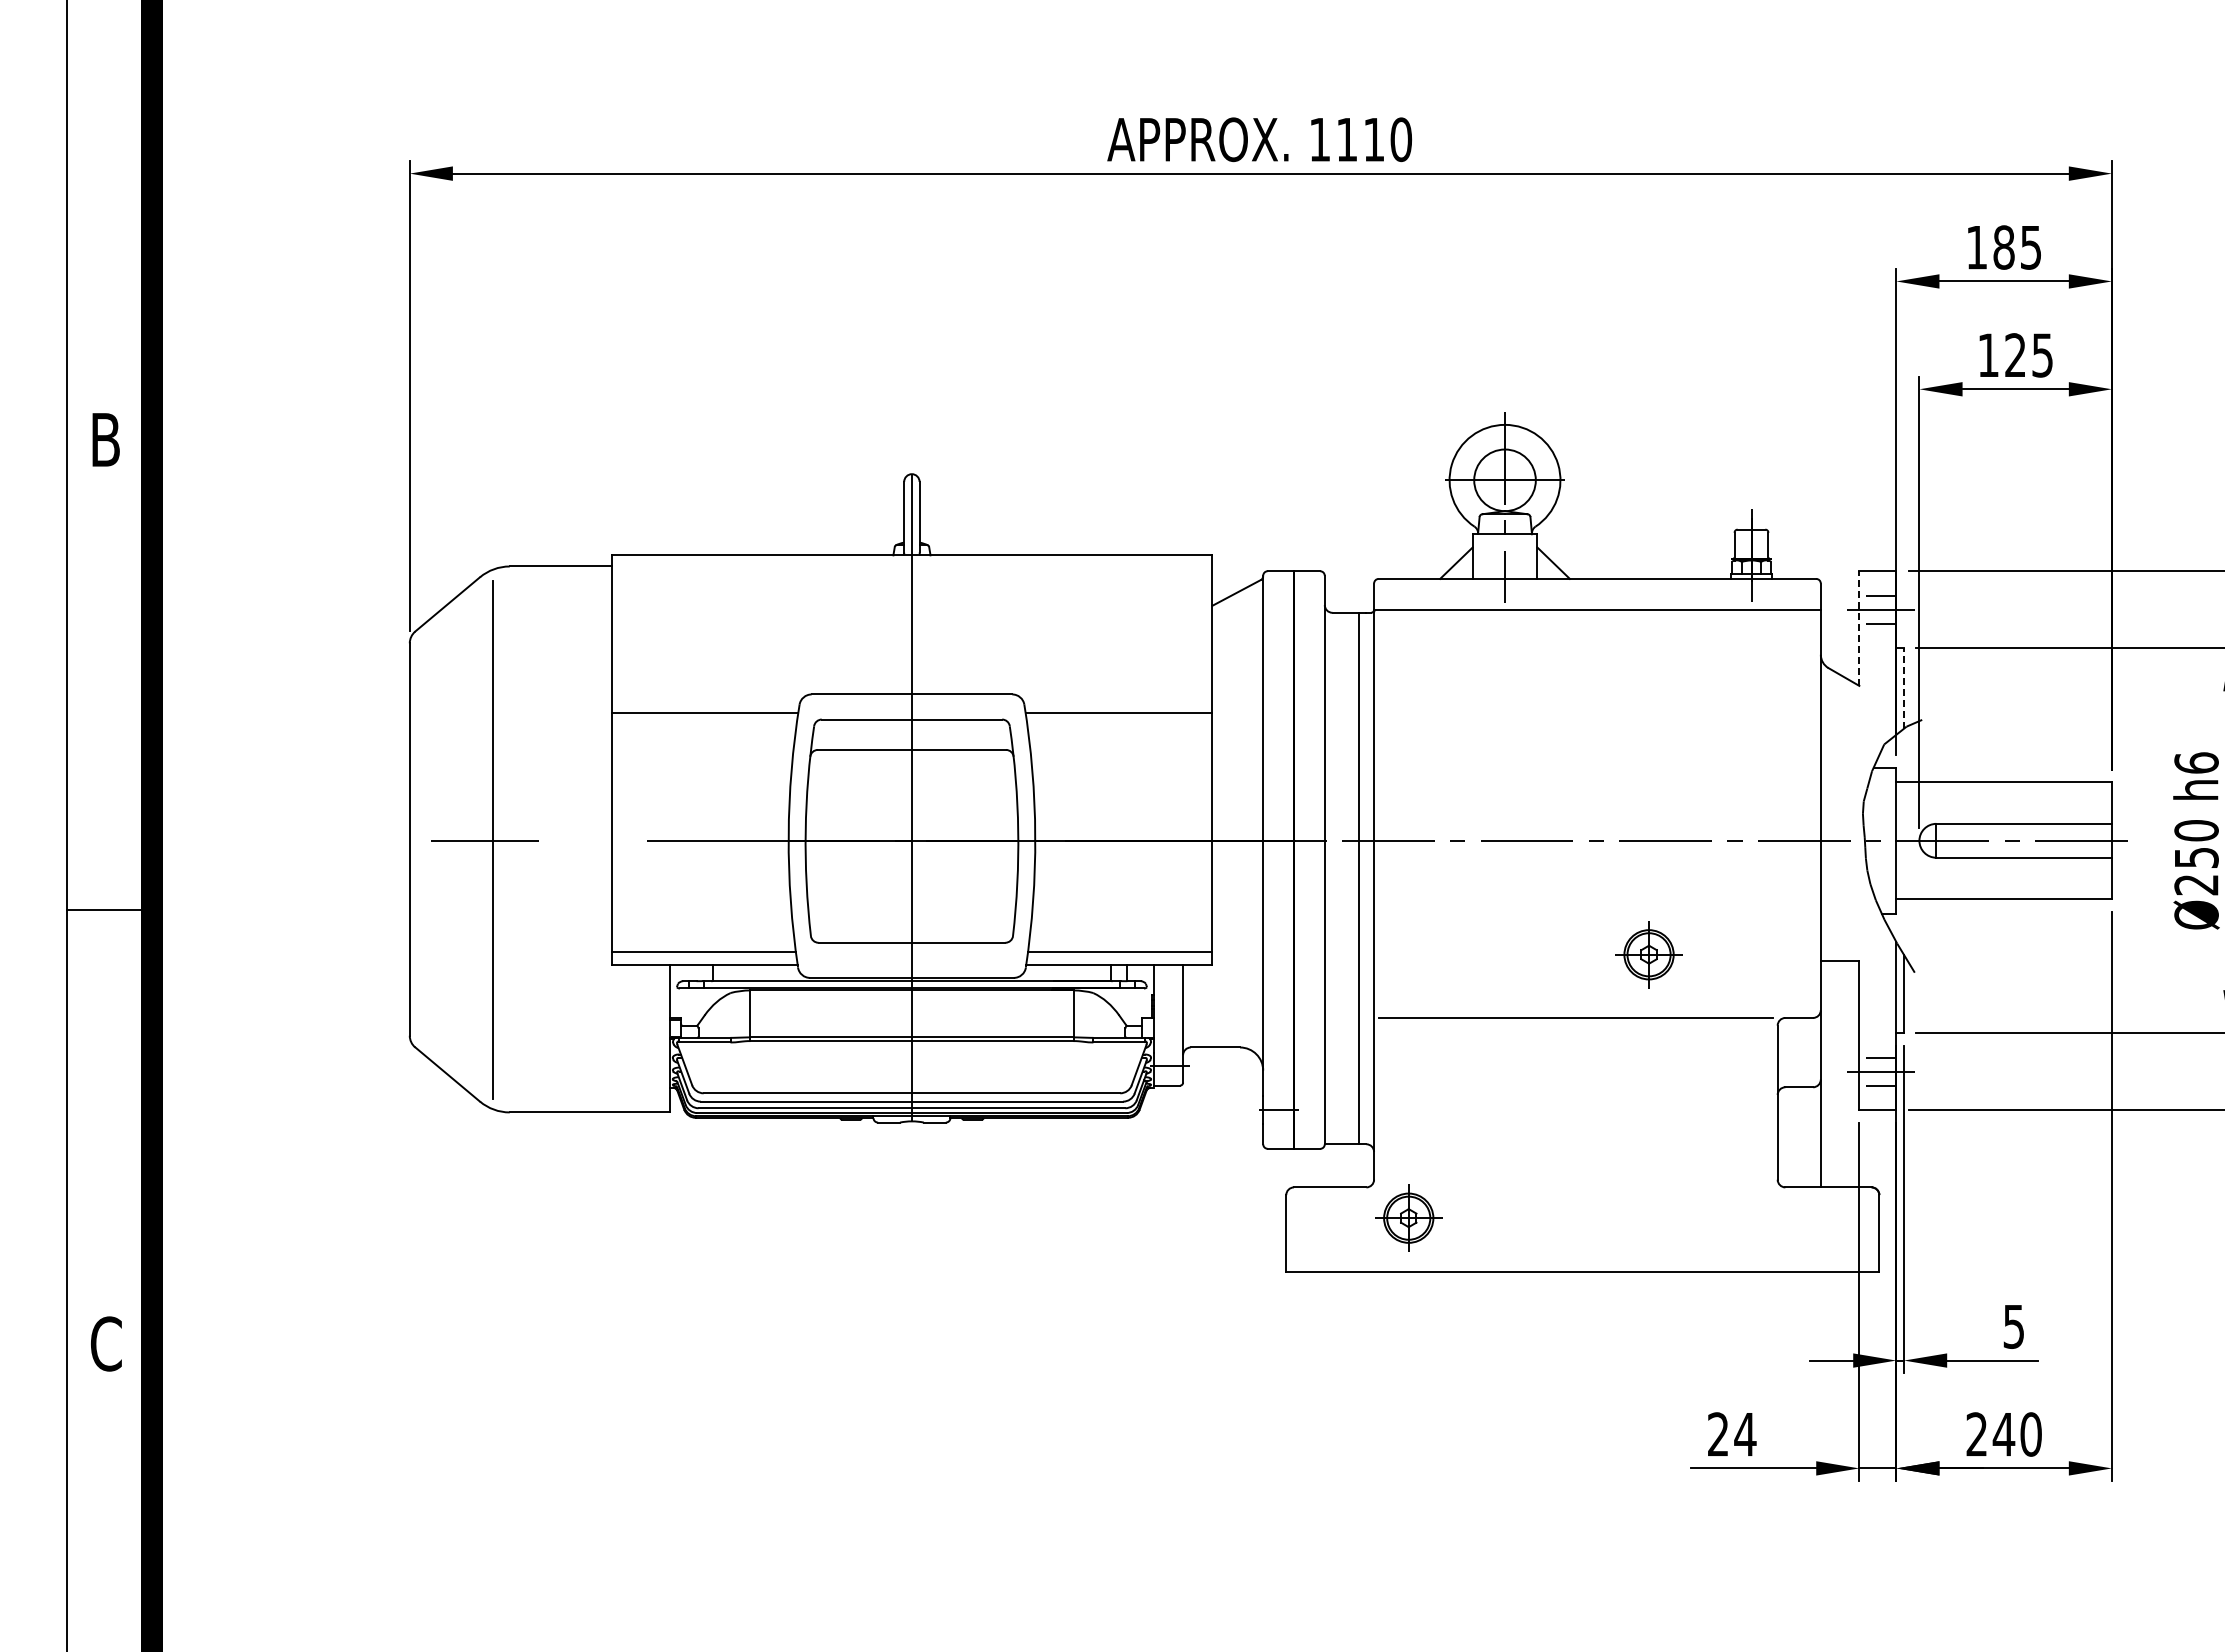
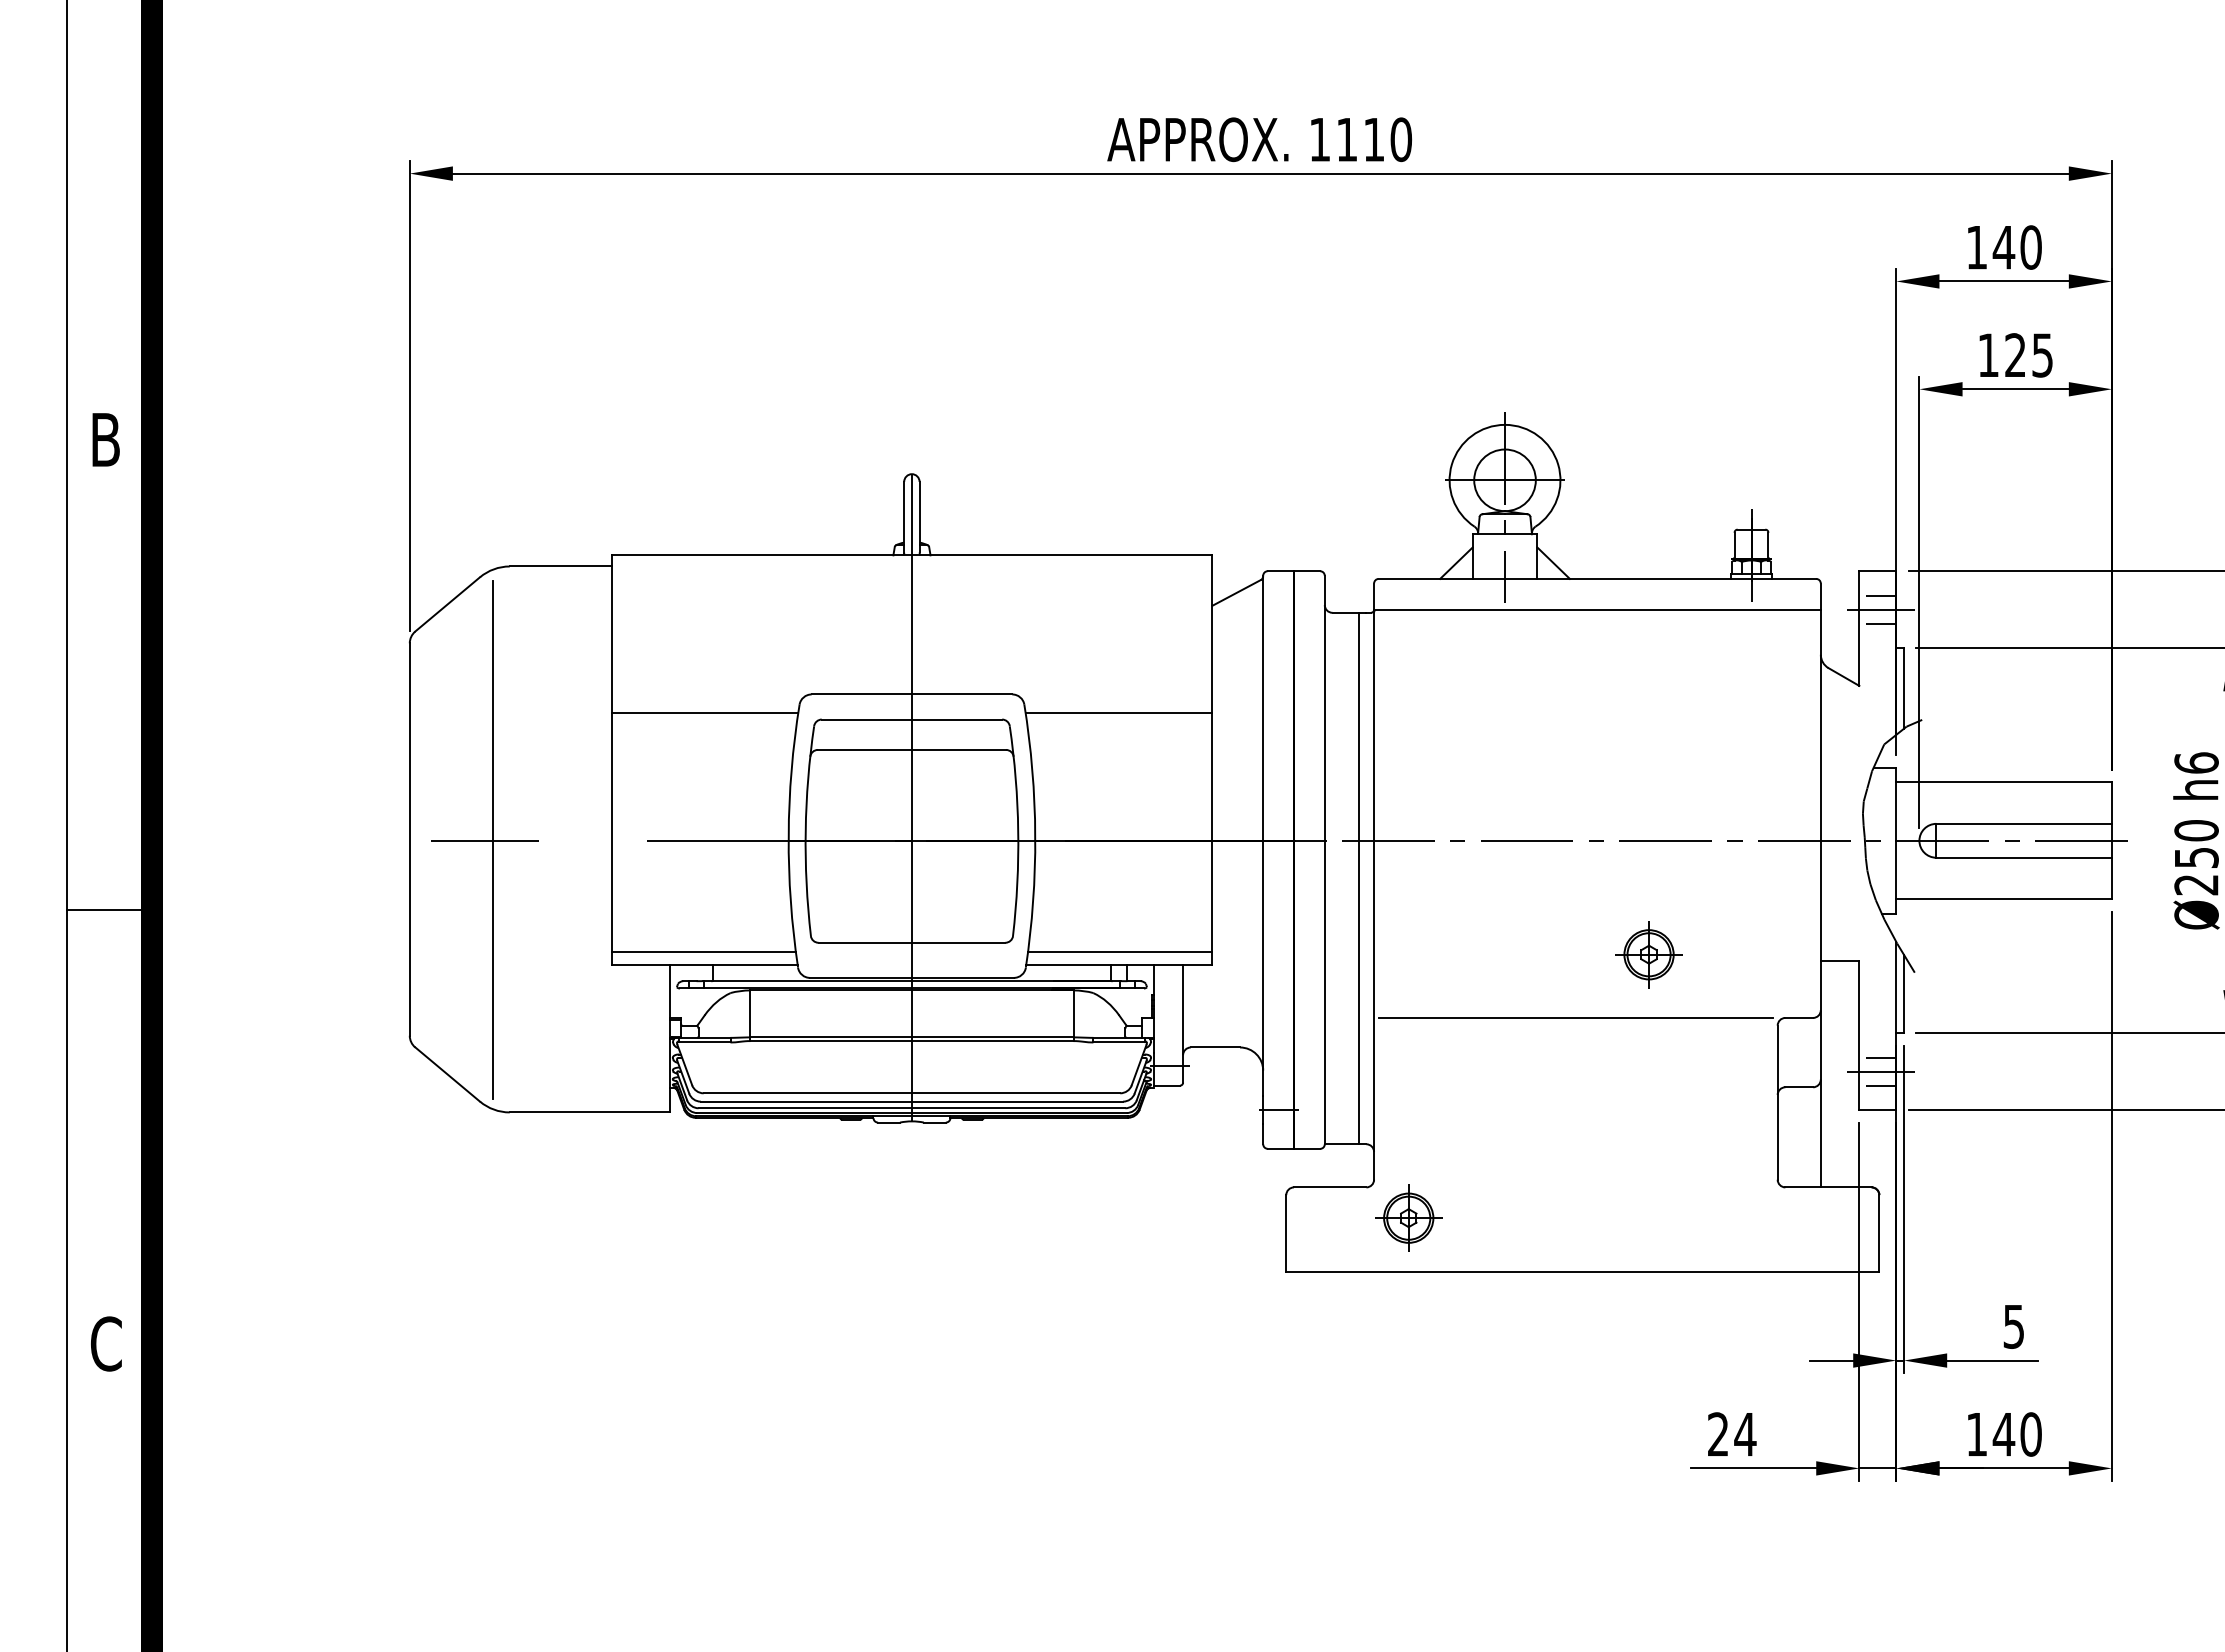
text at (2016, 247): 185 -> 140
line at (1859, 628): dashed -> solid
line at (1904, 687): dashed -> solid
text at (1976, 1433): 240 -> 140
